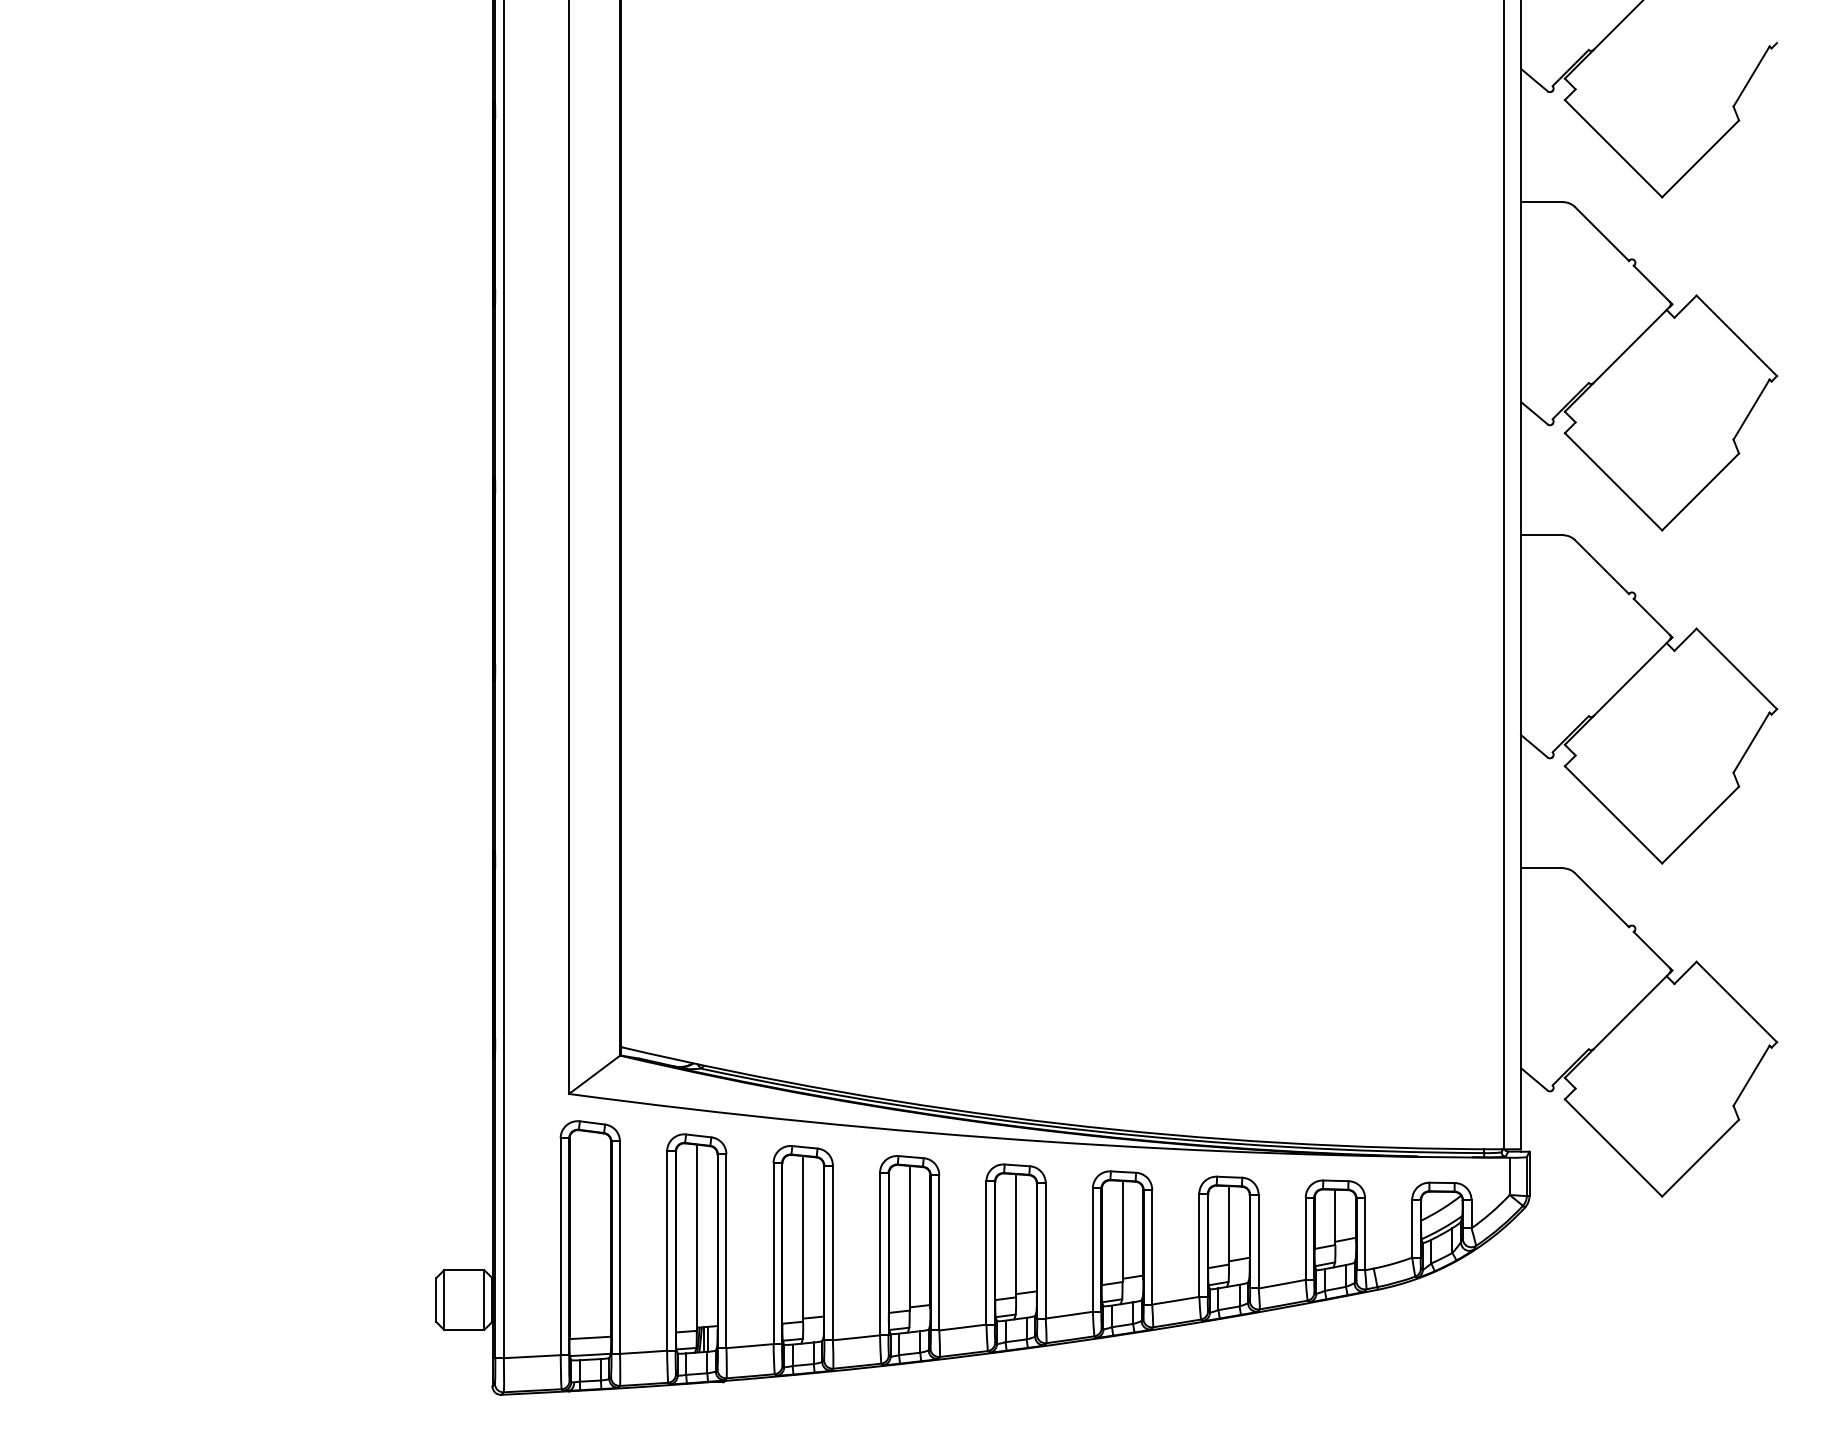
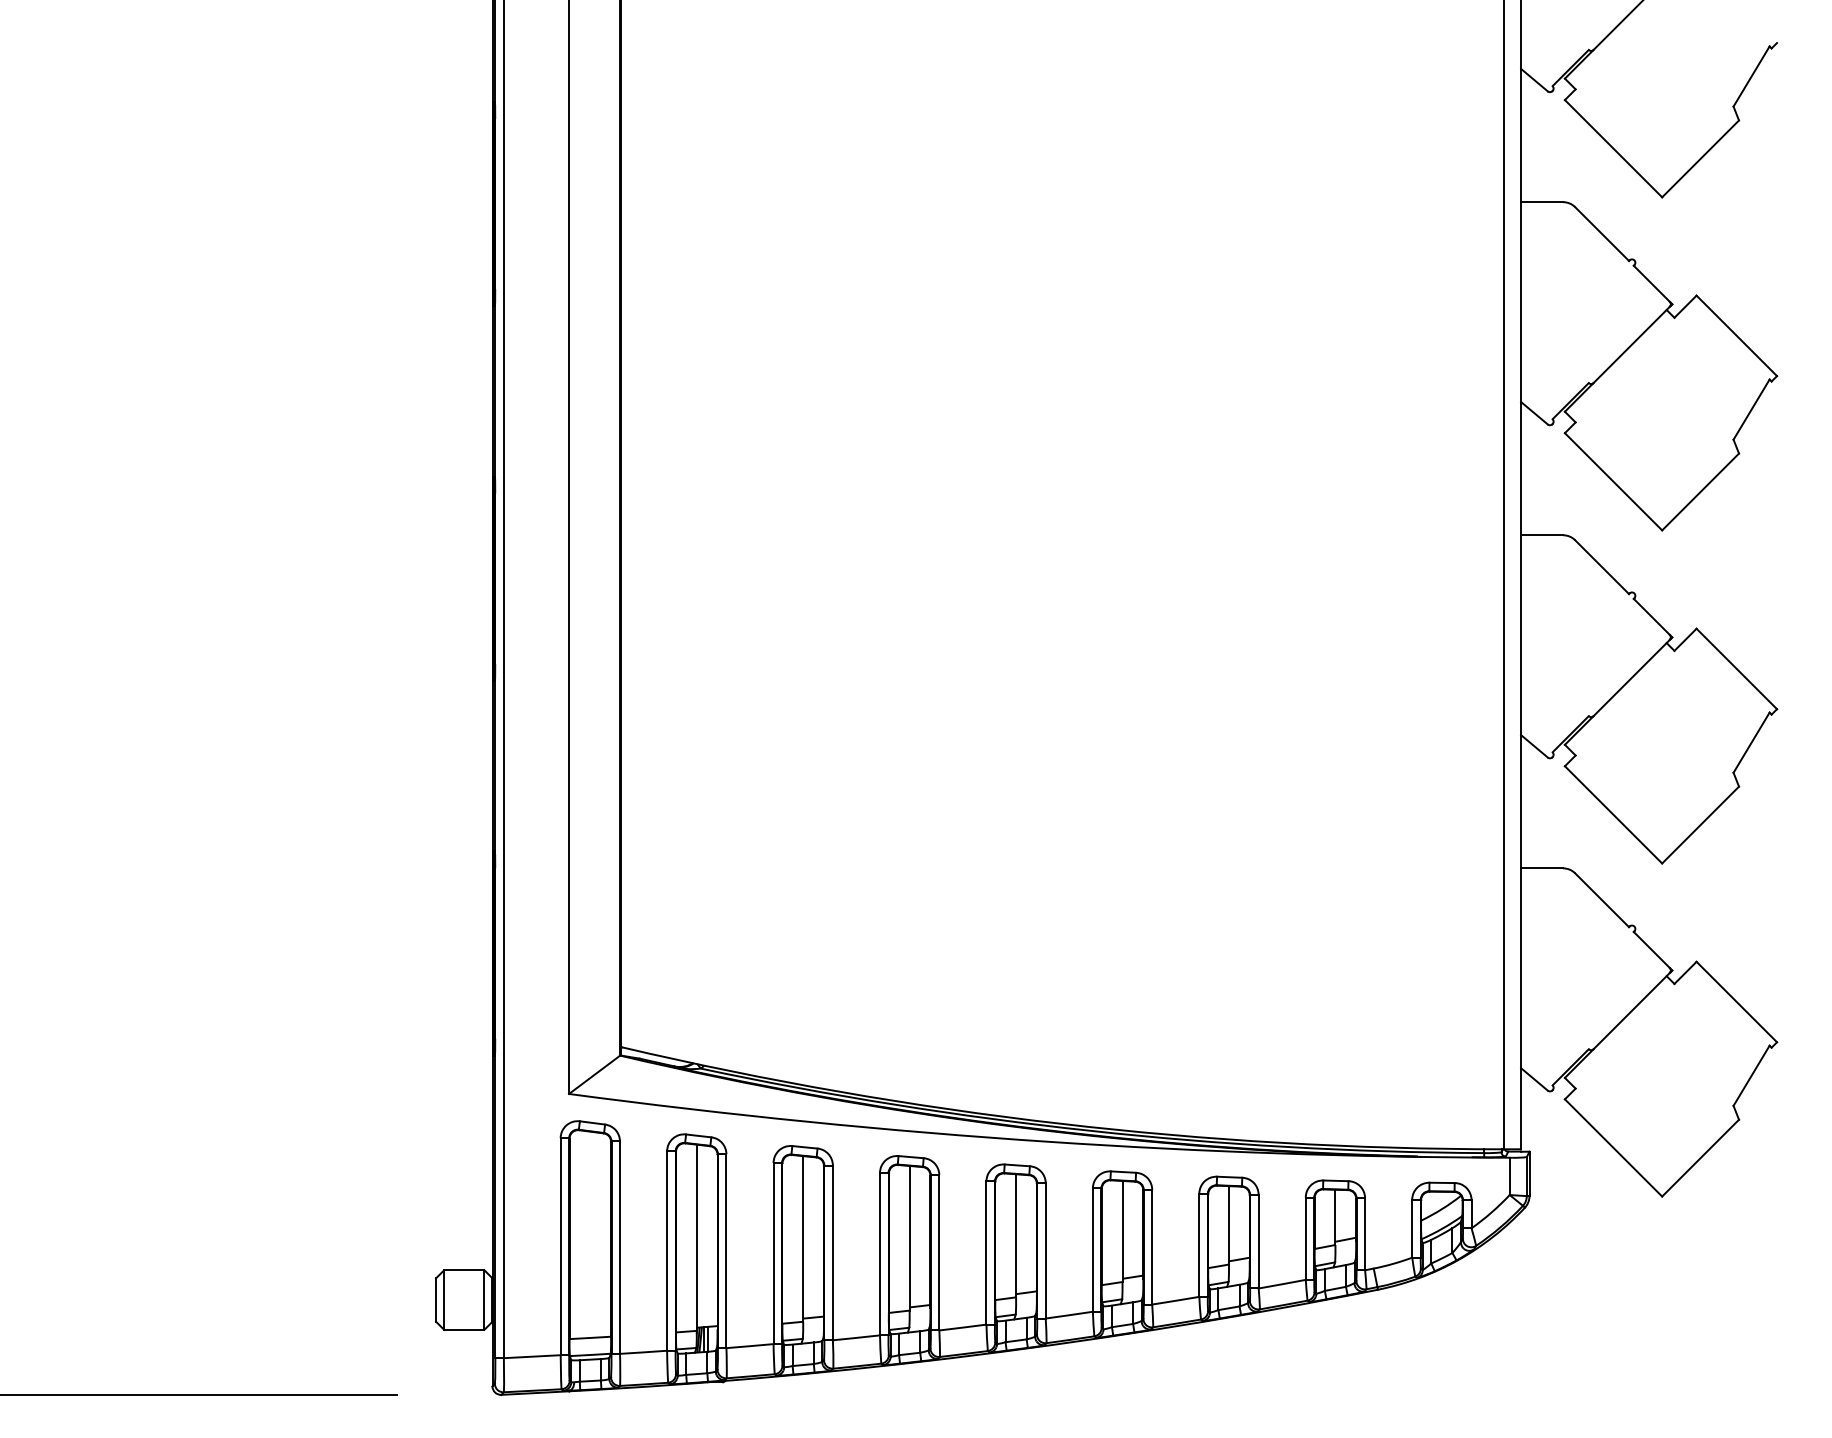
line at (199, 1394): none -> present
